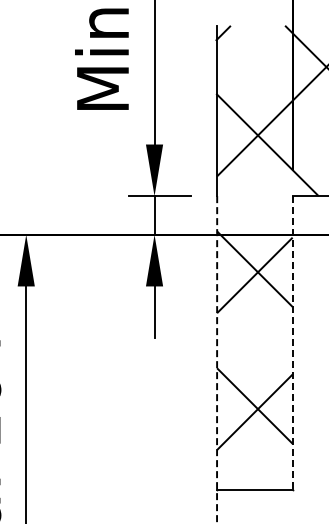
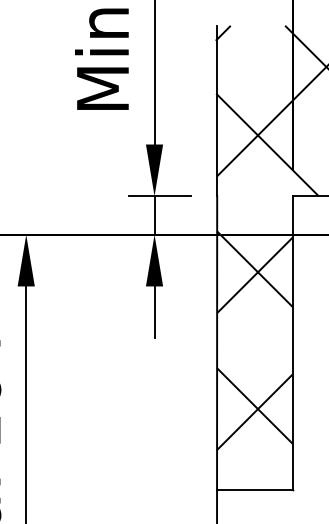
line at (292, 343): dashed -> solid
line at (217, 360): dashed -> solid
